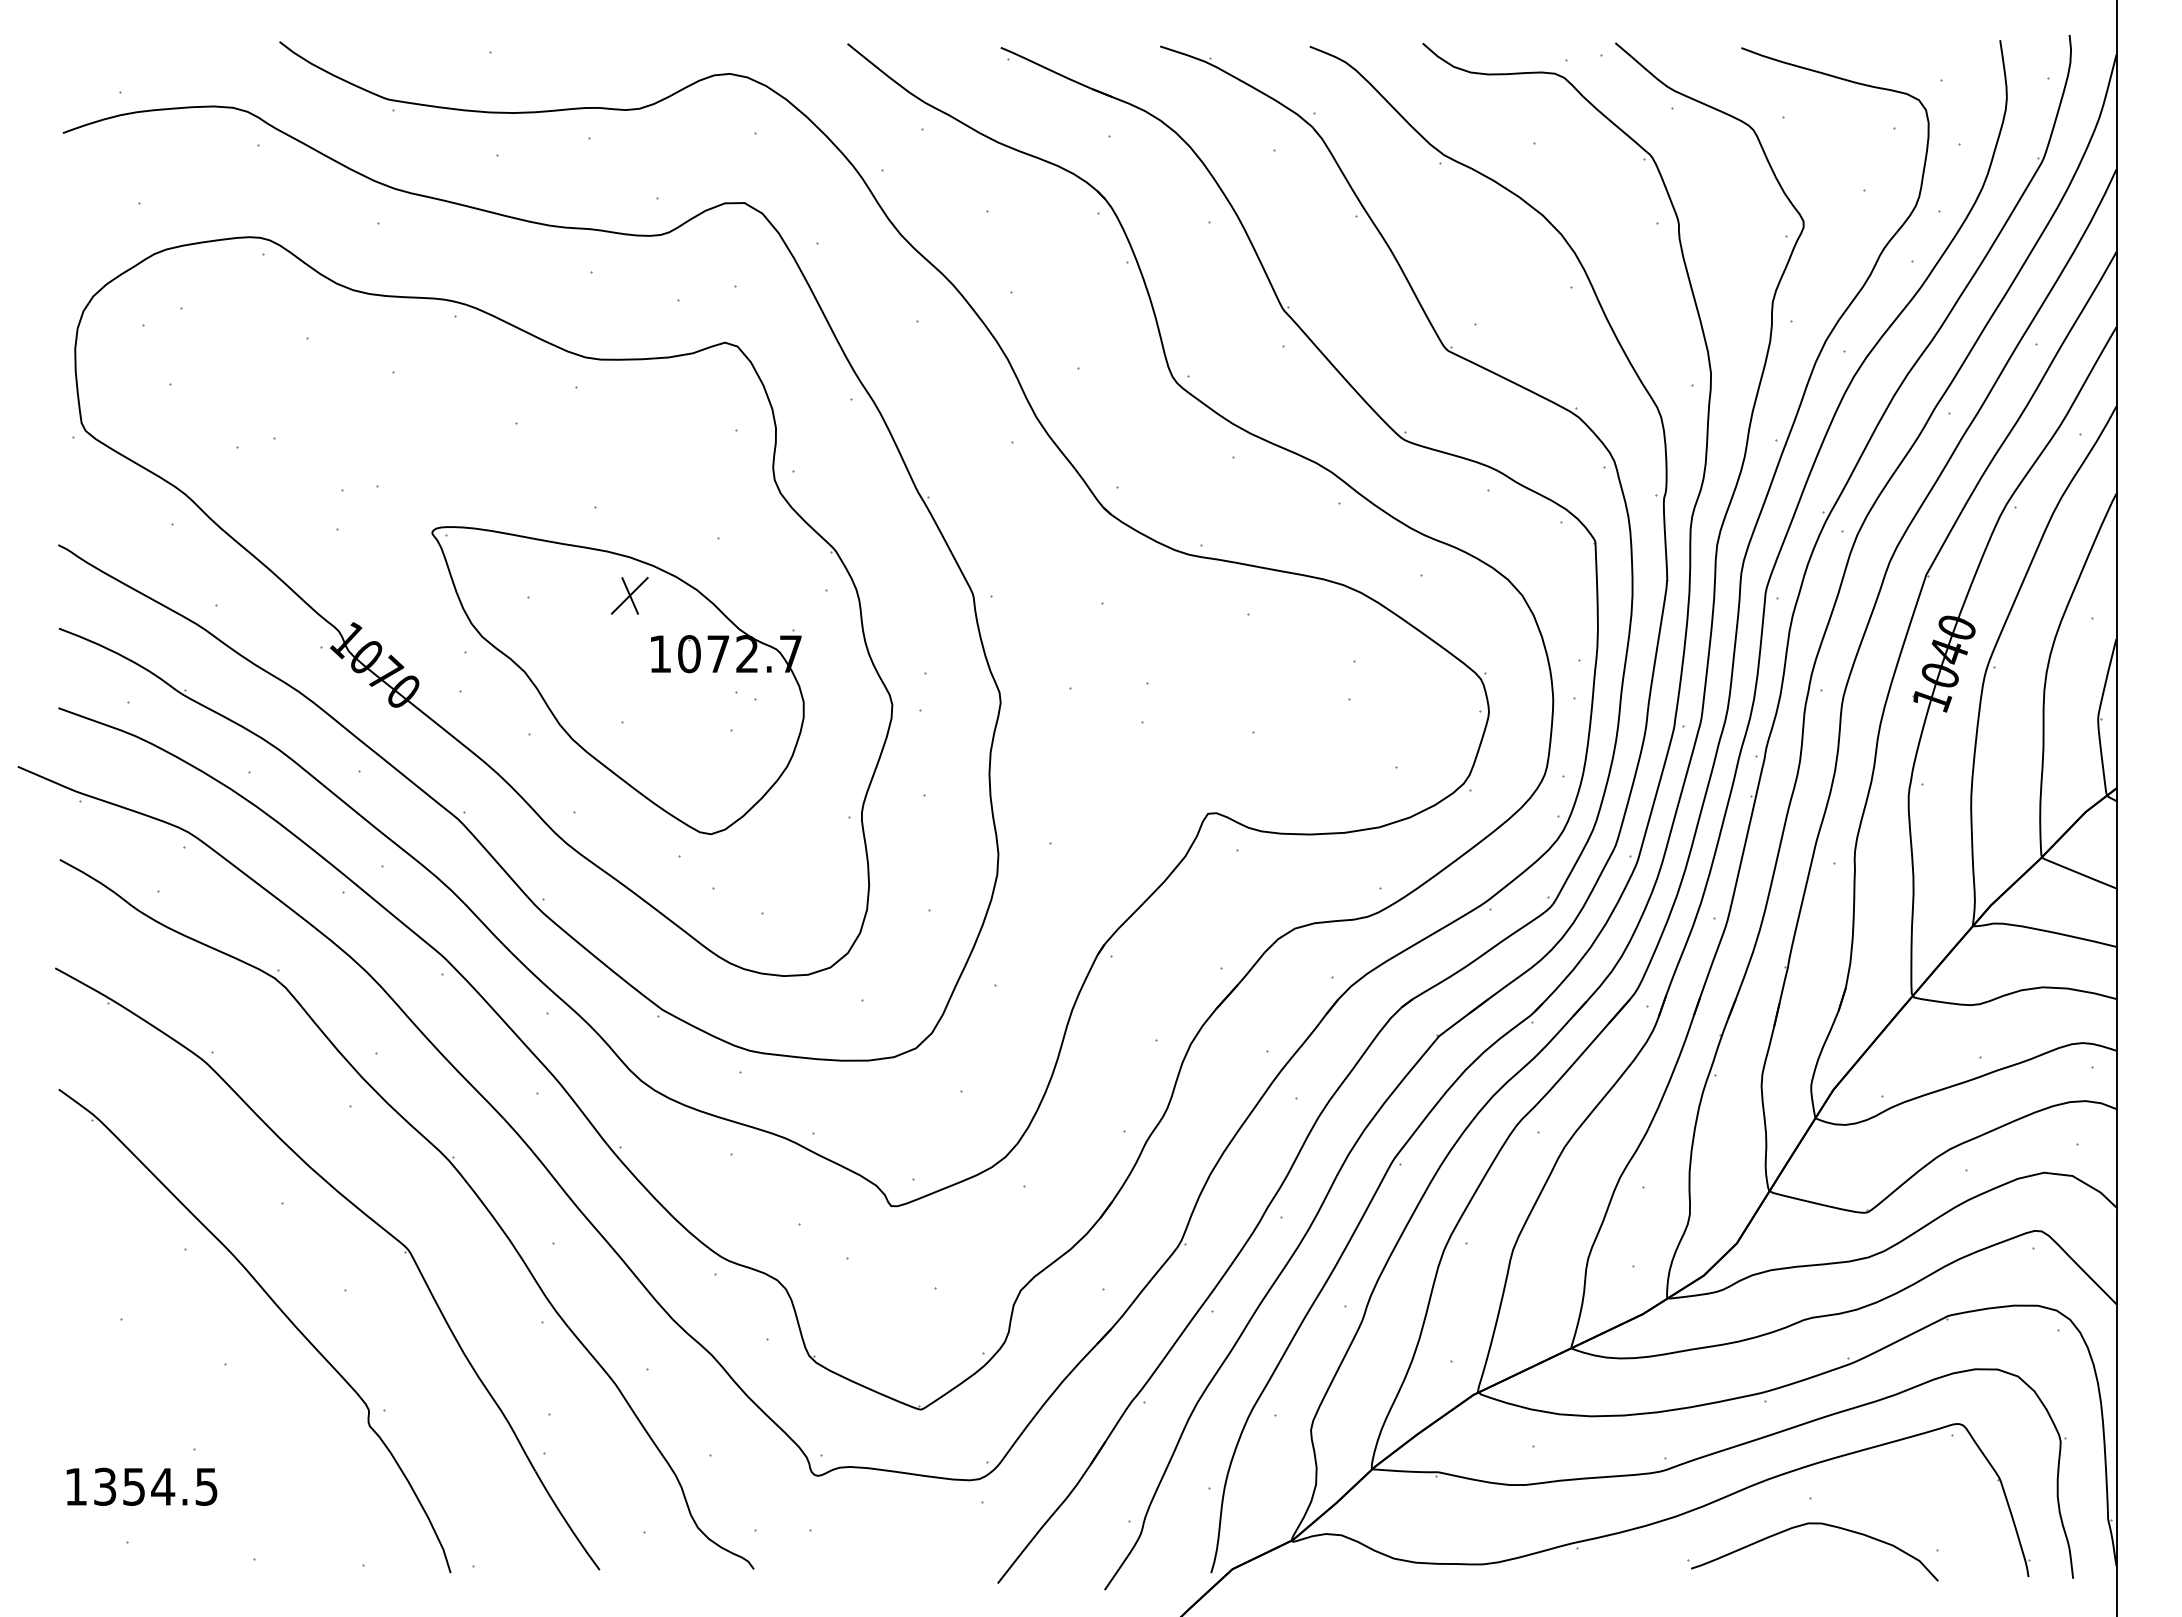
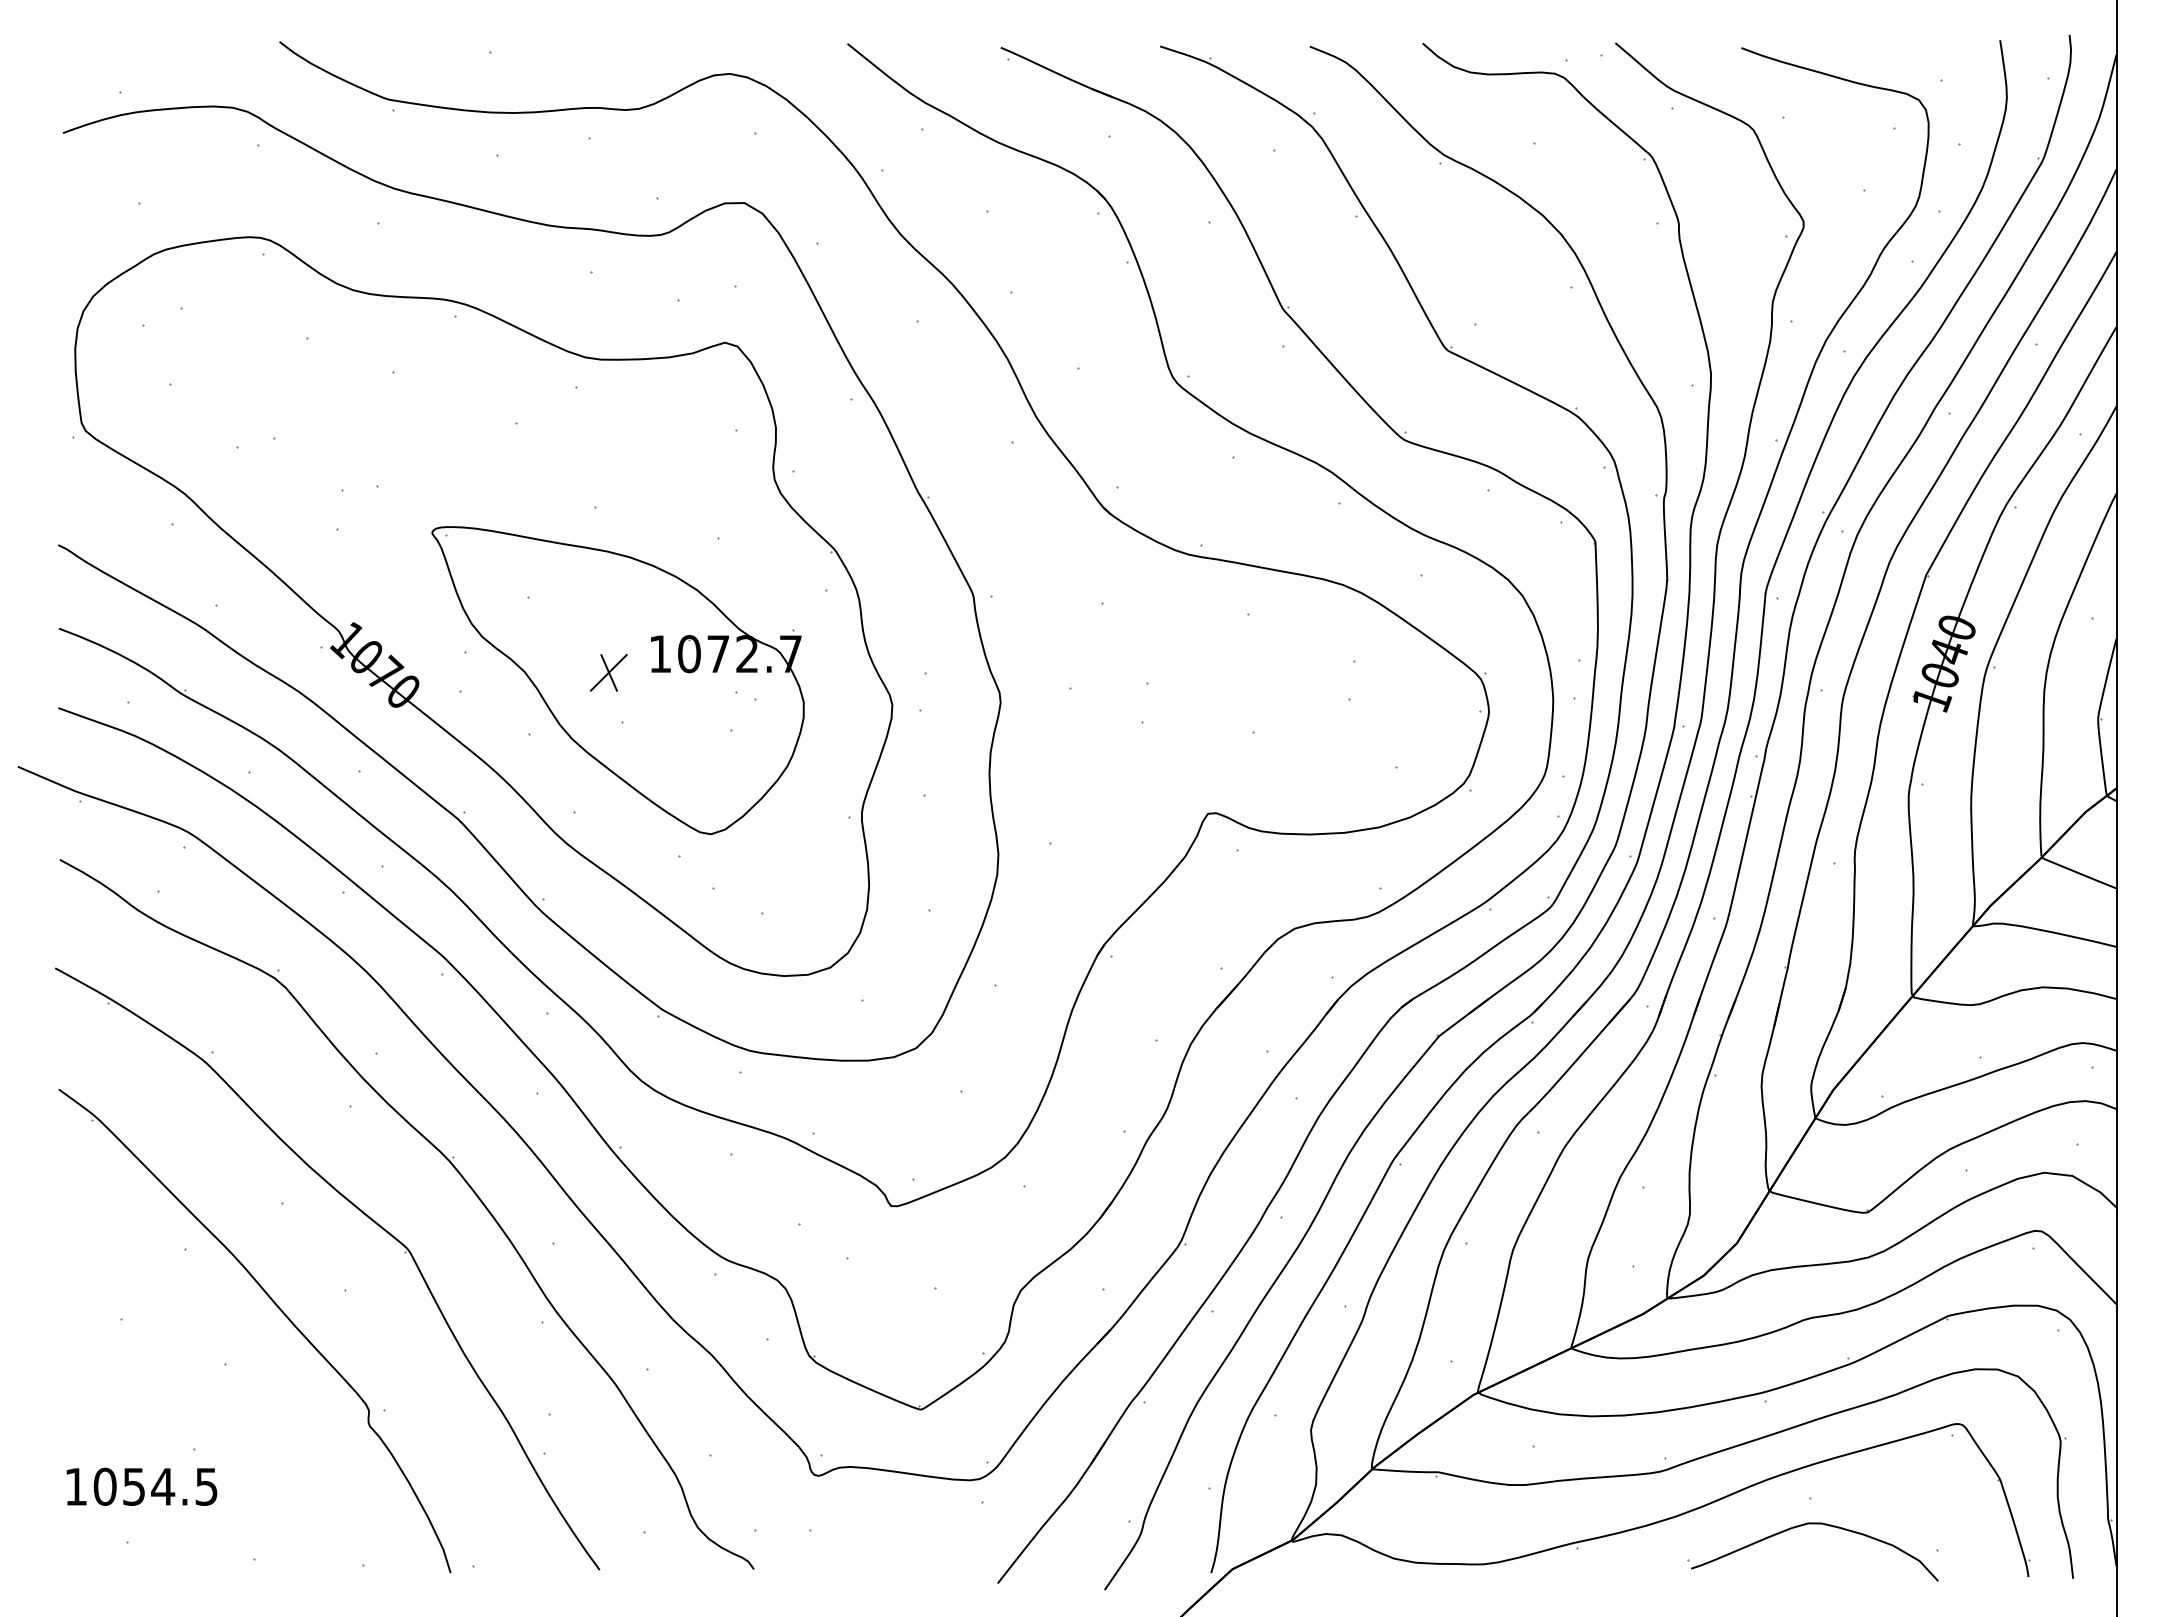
part at (629, 595) position: (629, 595) -> (608, 672)
text at (104, 1486): 1354.5 -> 1054.5
